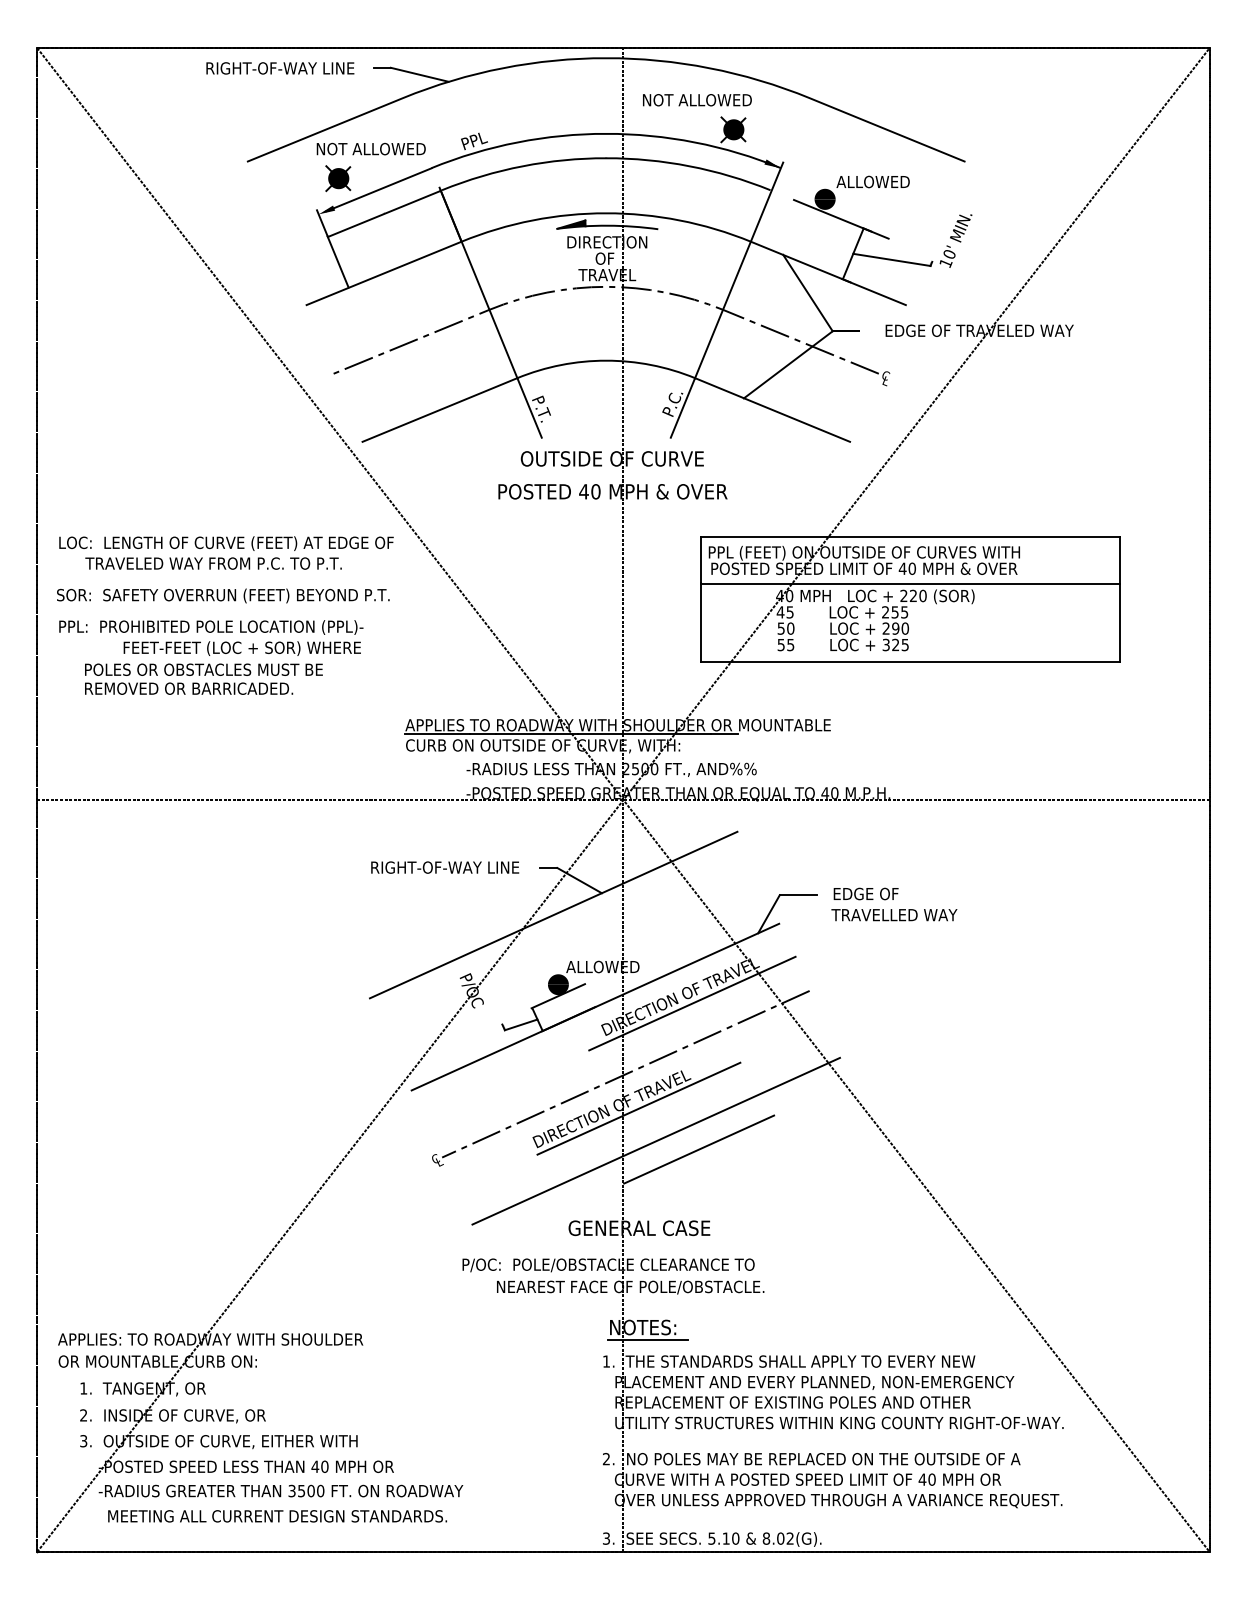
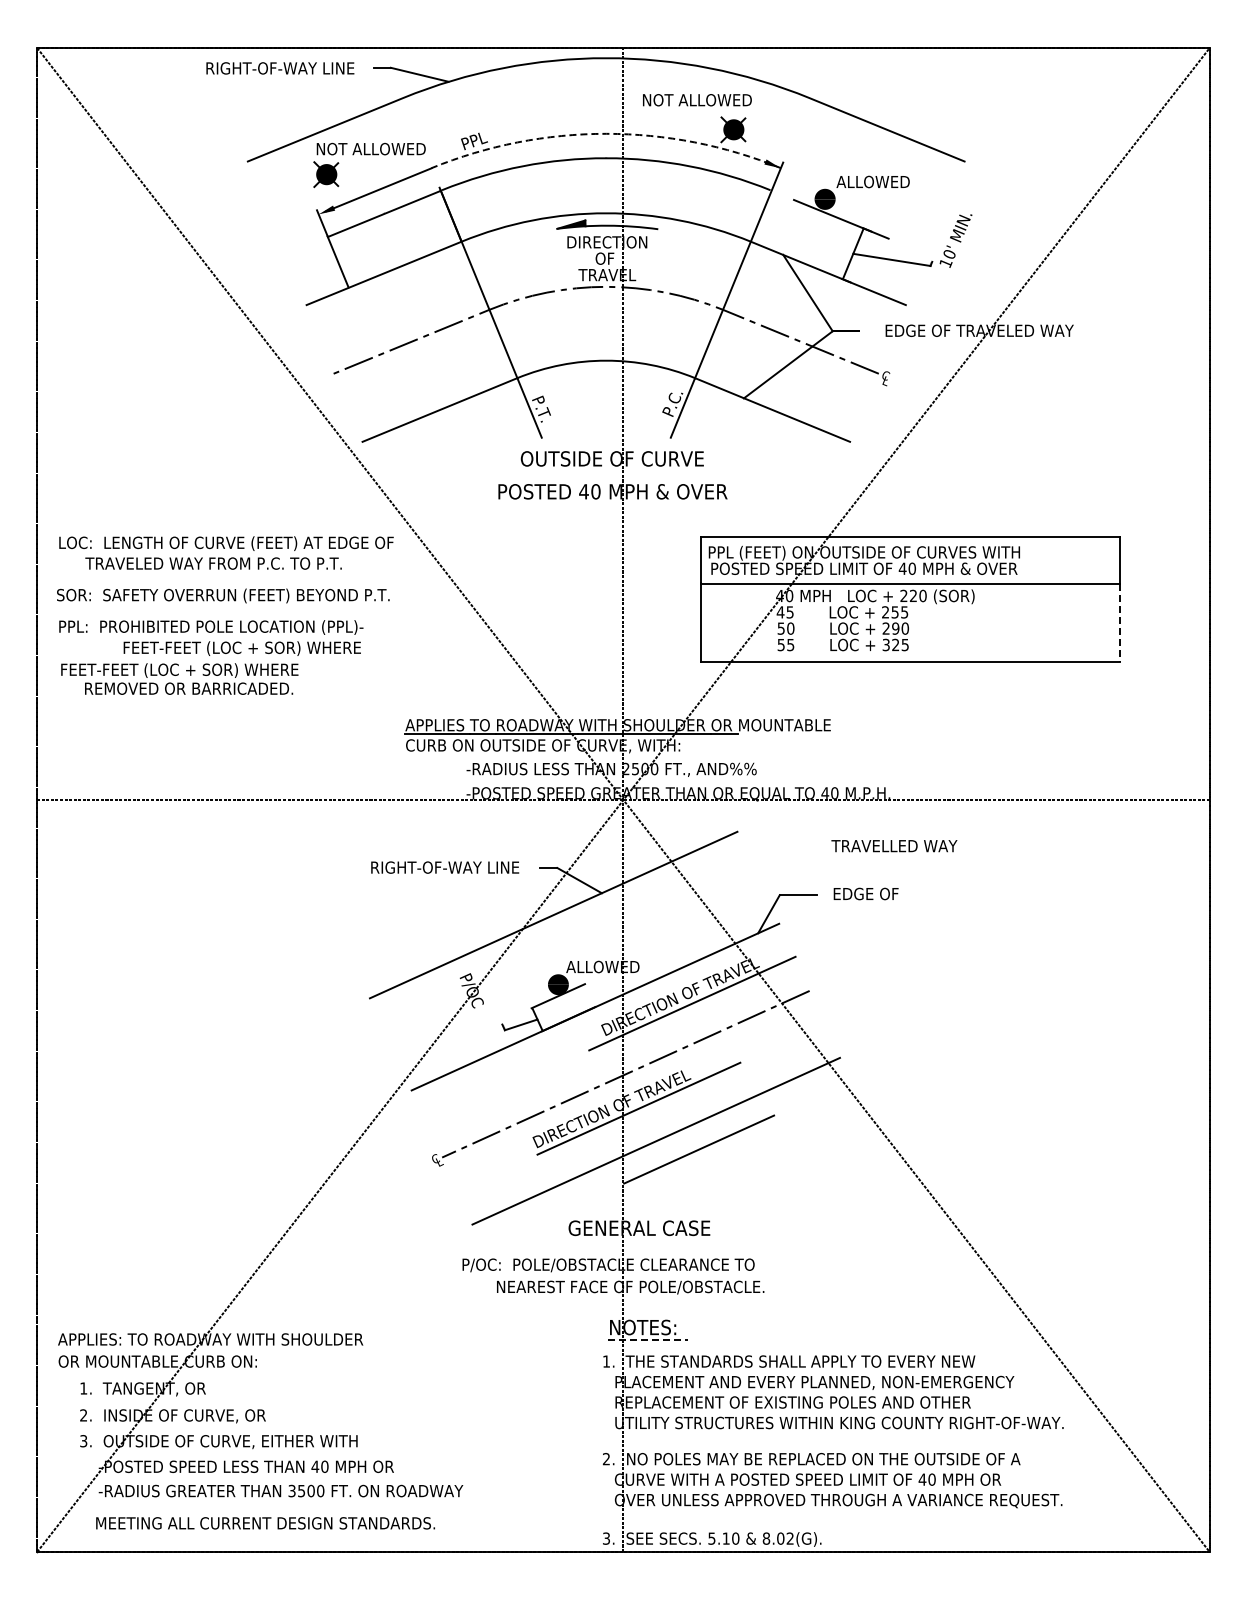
arc at (606, 133): solid -> dashed
part at (338, 178) position: (338, 178) -> (326, 174)
line at (1120, 622): solid -> dashed
text at (191, 670): POLES OR OBSTACLES MUST BE -> FEET-FEET (LOC + SOR) WHERE
text at (894, 915) position: (894, 915) -> (894, 846)
line at (648, 1340): solid -> dashed
text at (277, 1516) position: (277, 1516) -> (265, 1523)
